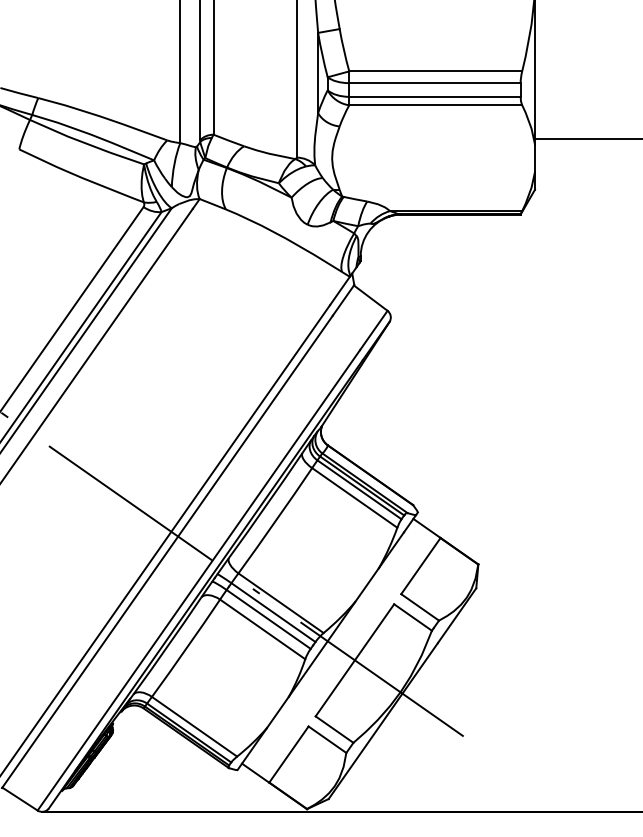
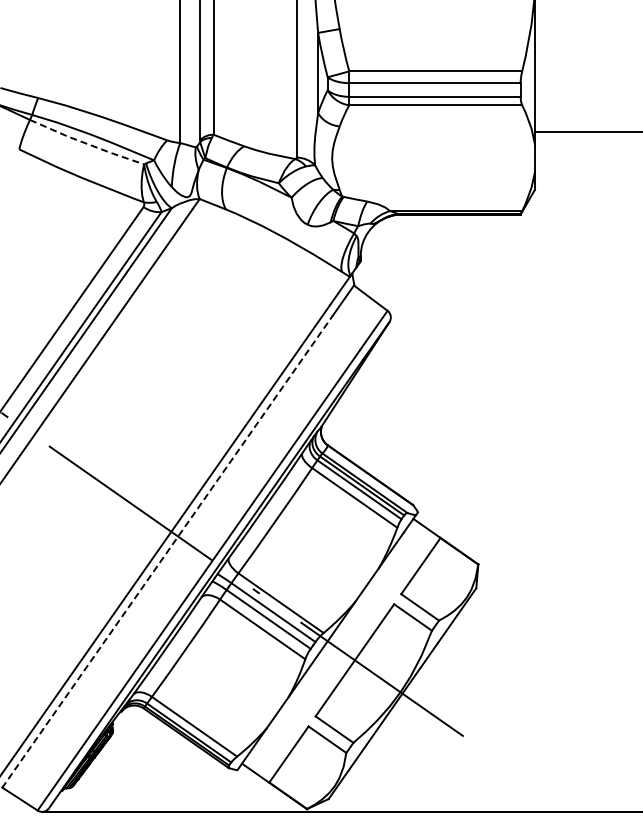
line at (587, 139) position: (587, 139) -> (587, 132)
line at (86, 143): solid -> dashed
line at (167, 551): solid -> dashed
